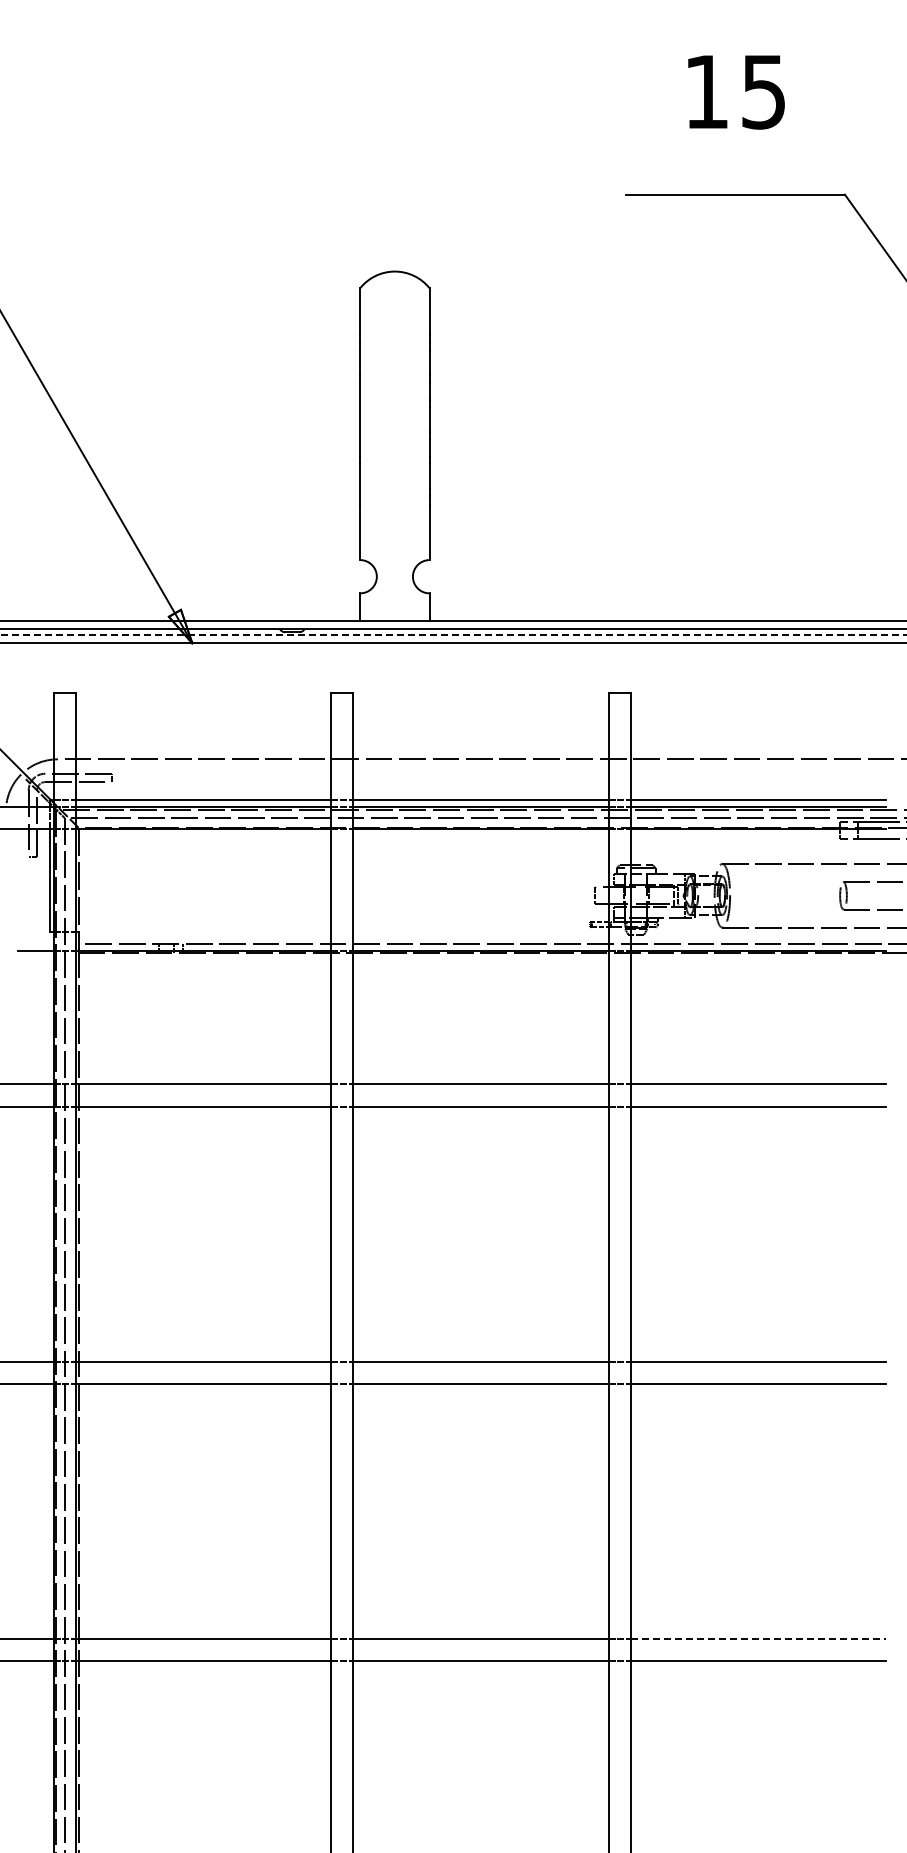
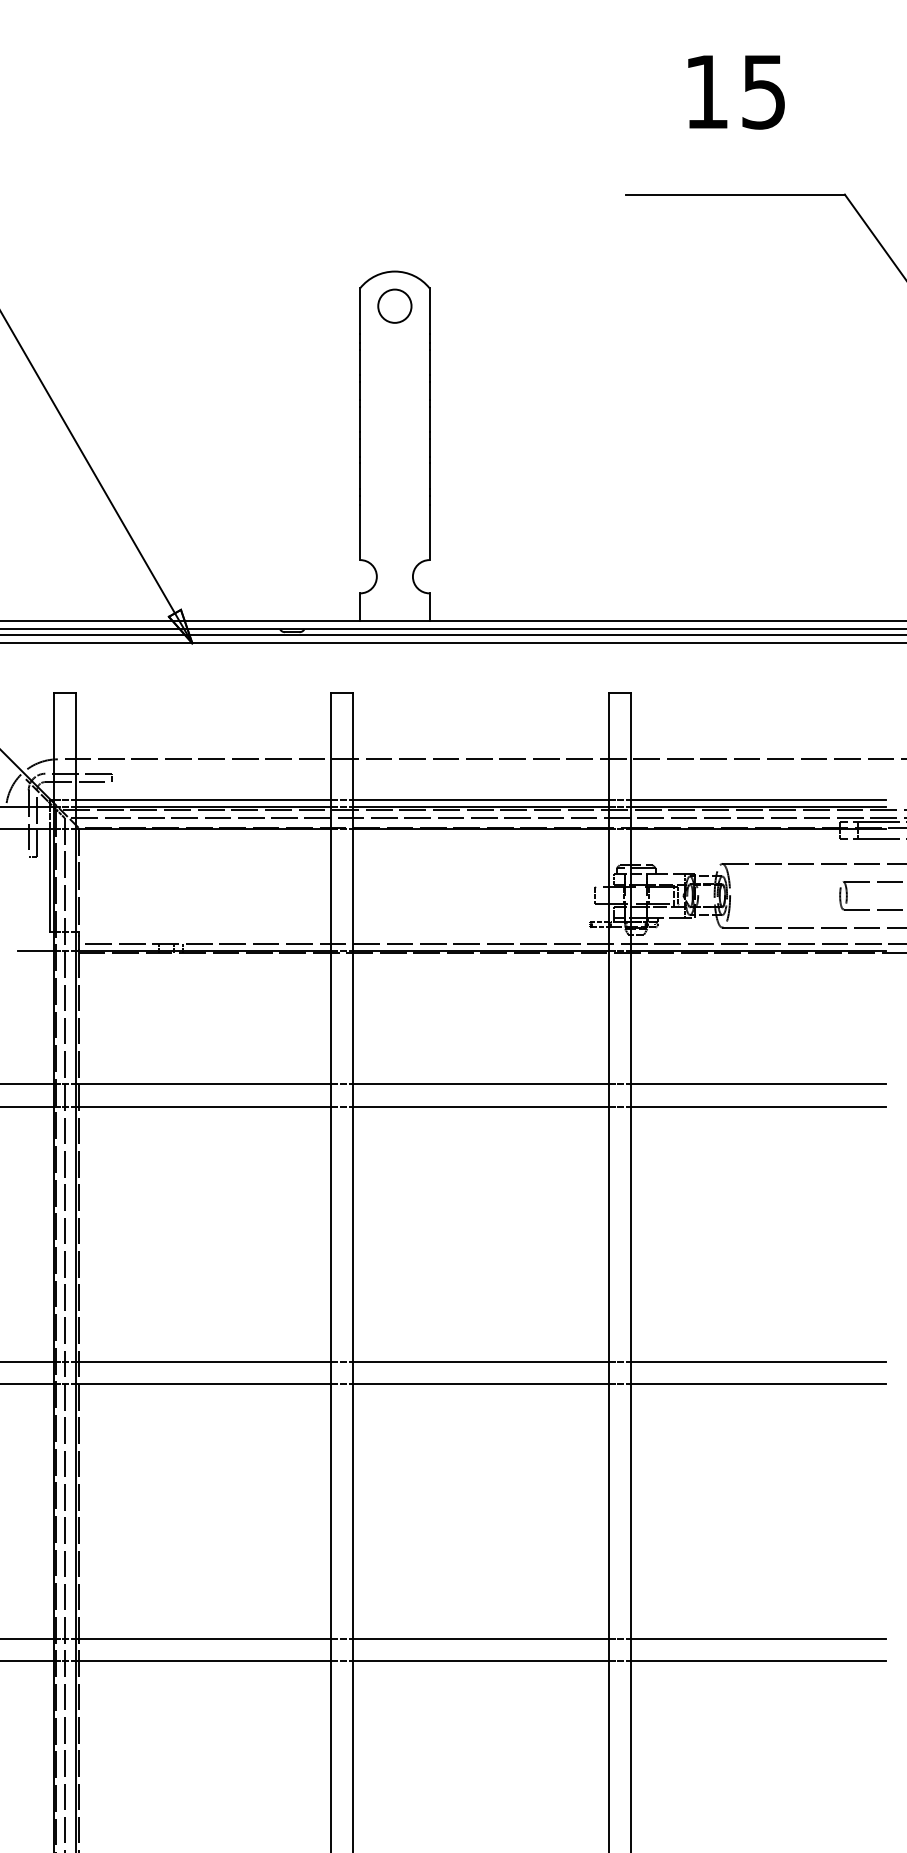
circle at (394, 305): none -> present
line at (453, 635): dashed -> solid
line at (758, 1639): dashed -> solid
